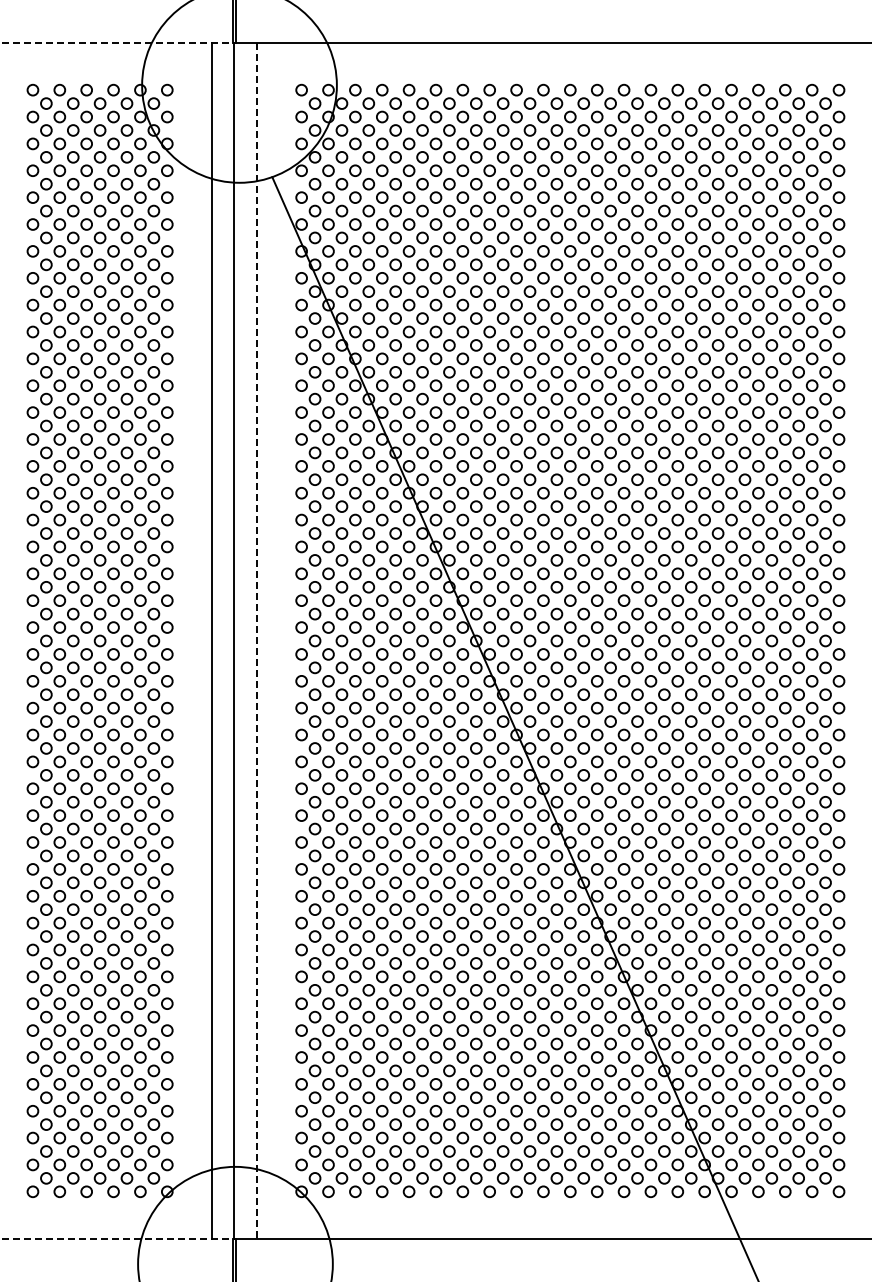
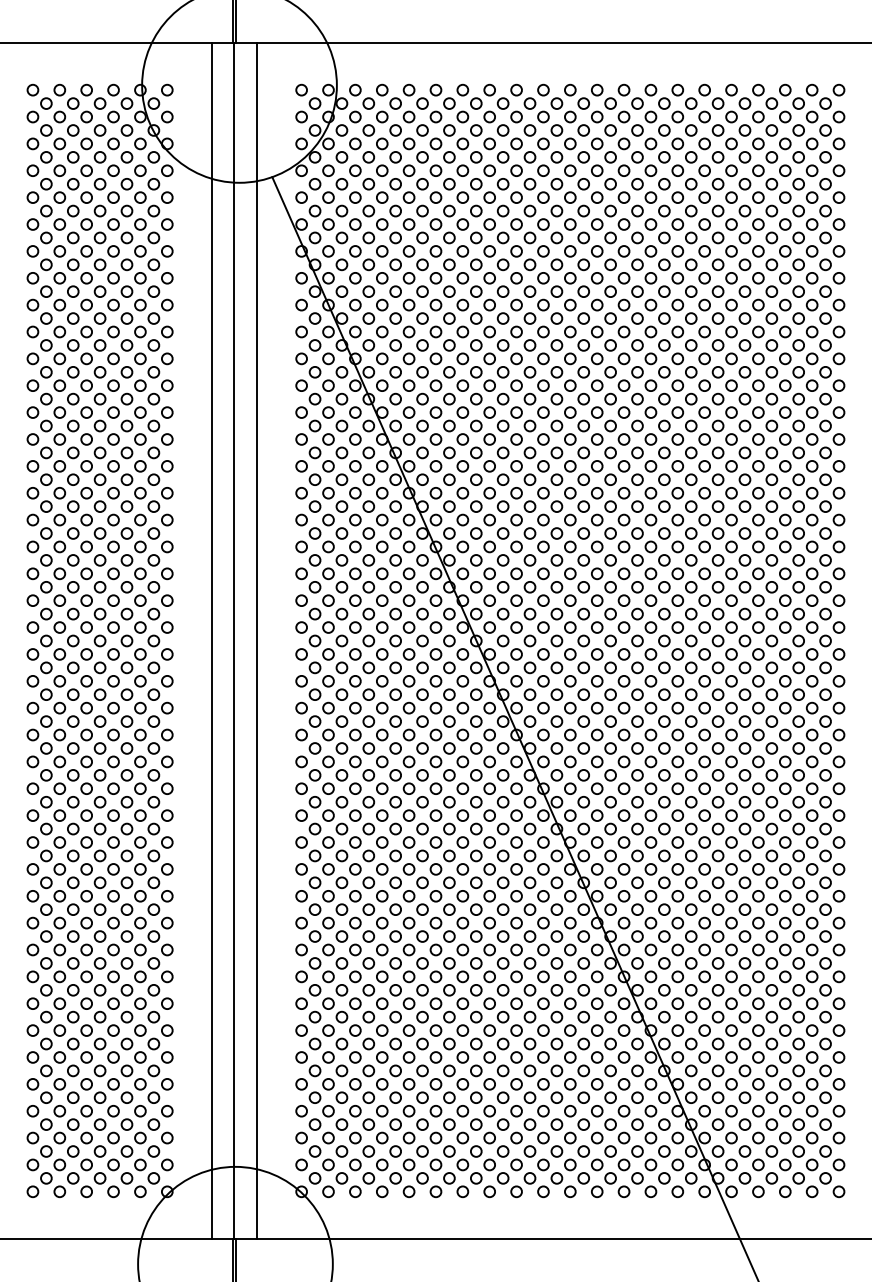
line at (117, 43): dashed -> solid
line at (257, 640): dashed -> solid
line at (117, 1238): dashed -> solid
